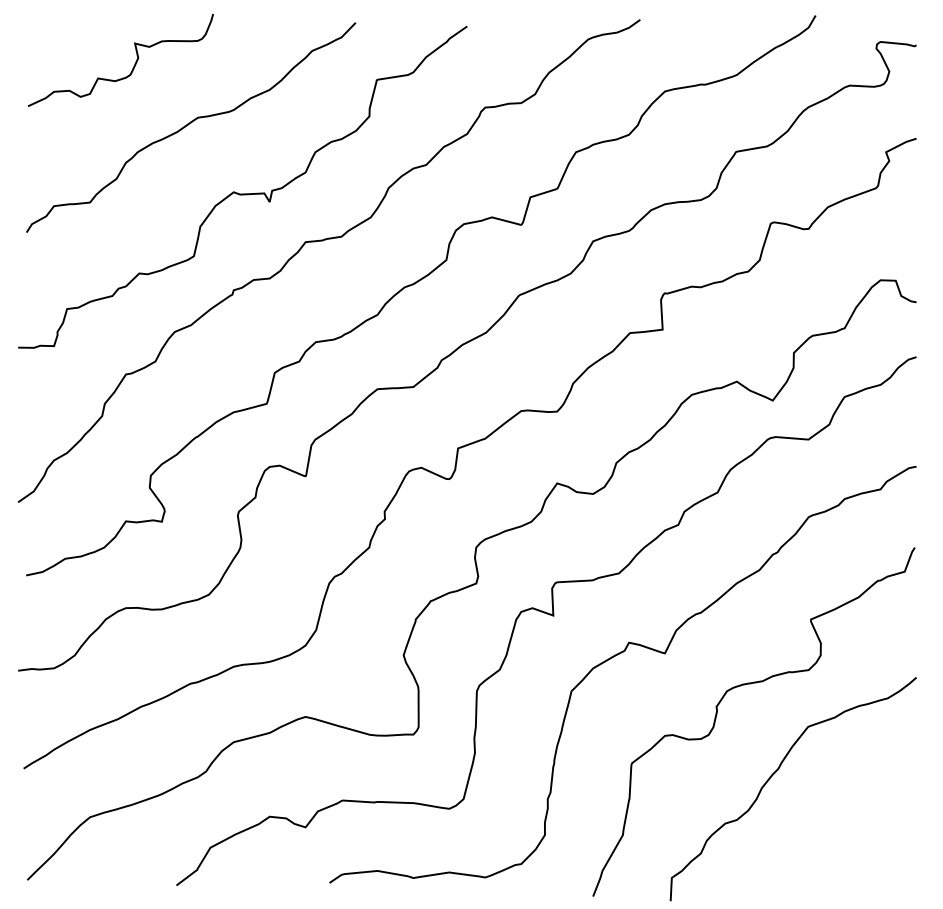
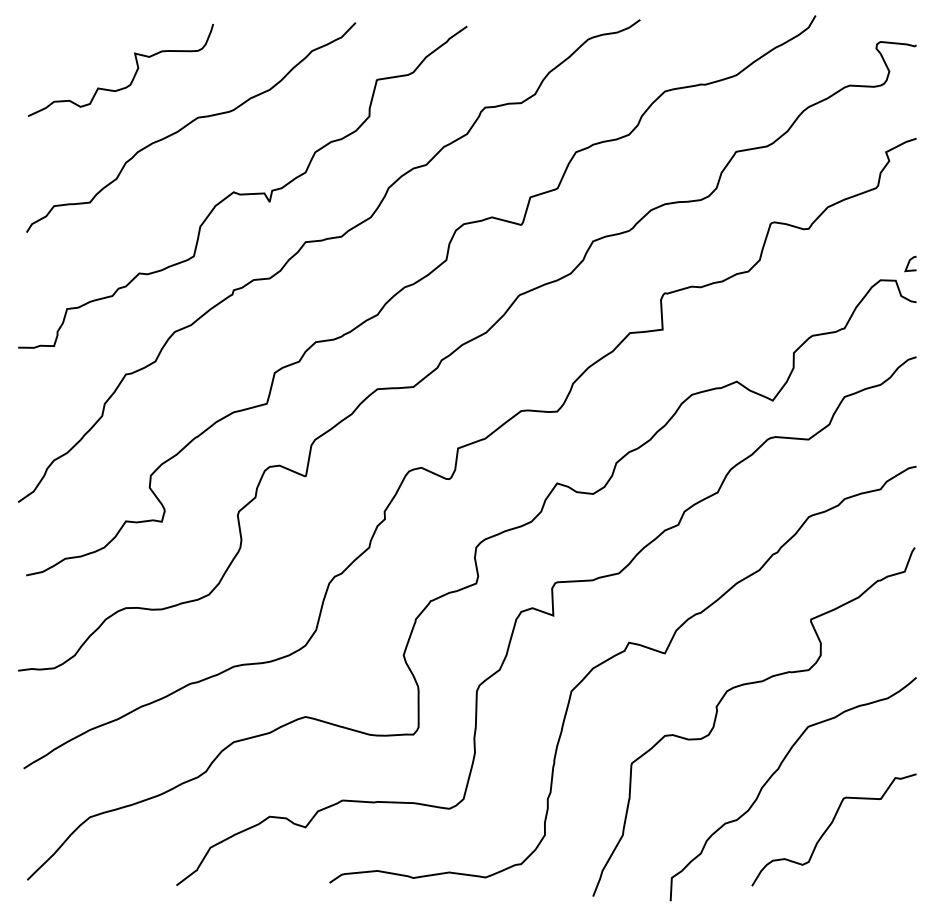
curve at (134, 63) position: (134, 63) -> (134, 73)
line at (909, 263): none -> present
curve at (830, 826): none -> present
